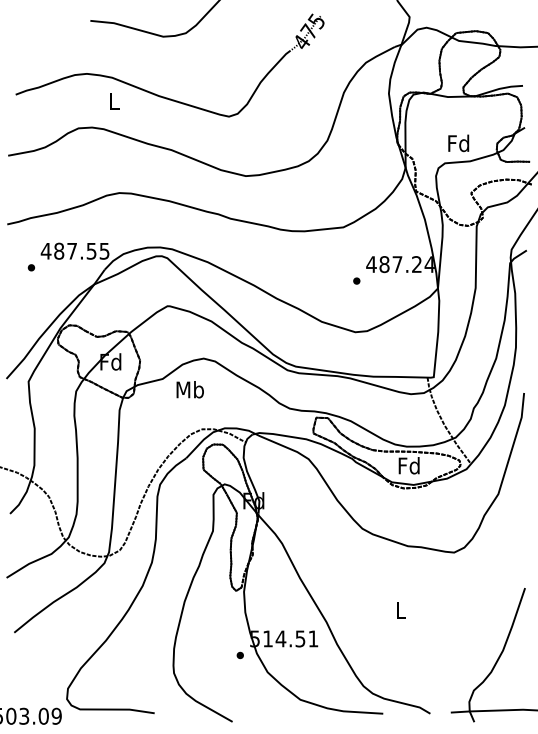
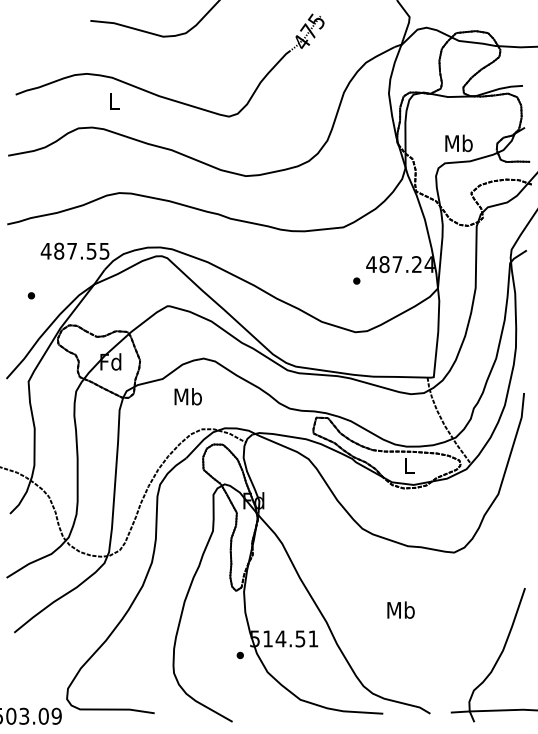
text at (458, 143): Fd -> Mb
part at (31, 267) position: (31, 267) -> (31, 295)
text at (189, 389) position: (189, 389) -> (187, 396)
text at (408, 465): Fd -> L
text at (400, 609): L -> Mb
